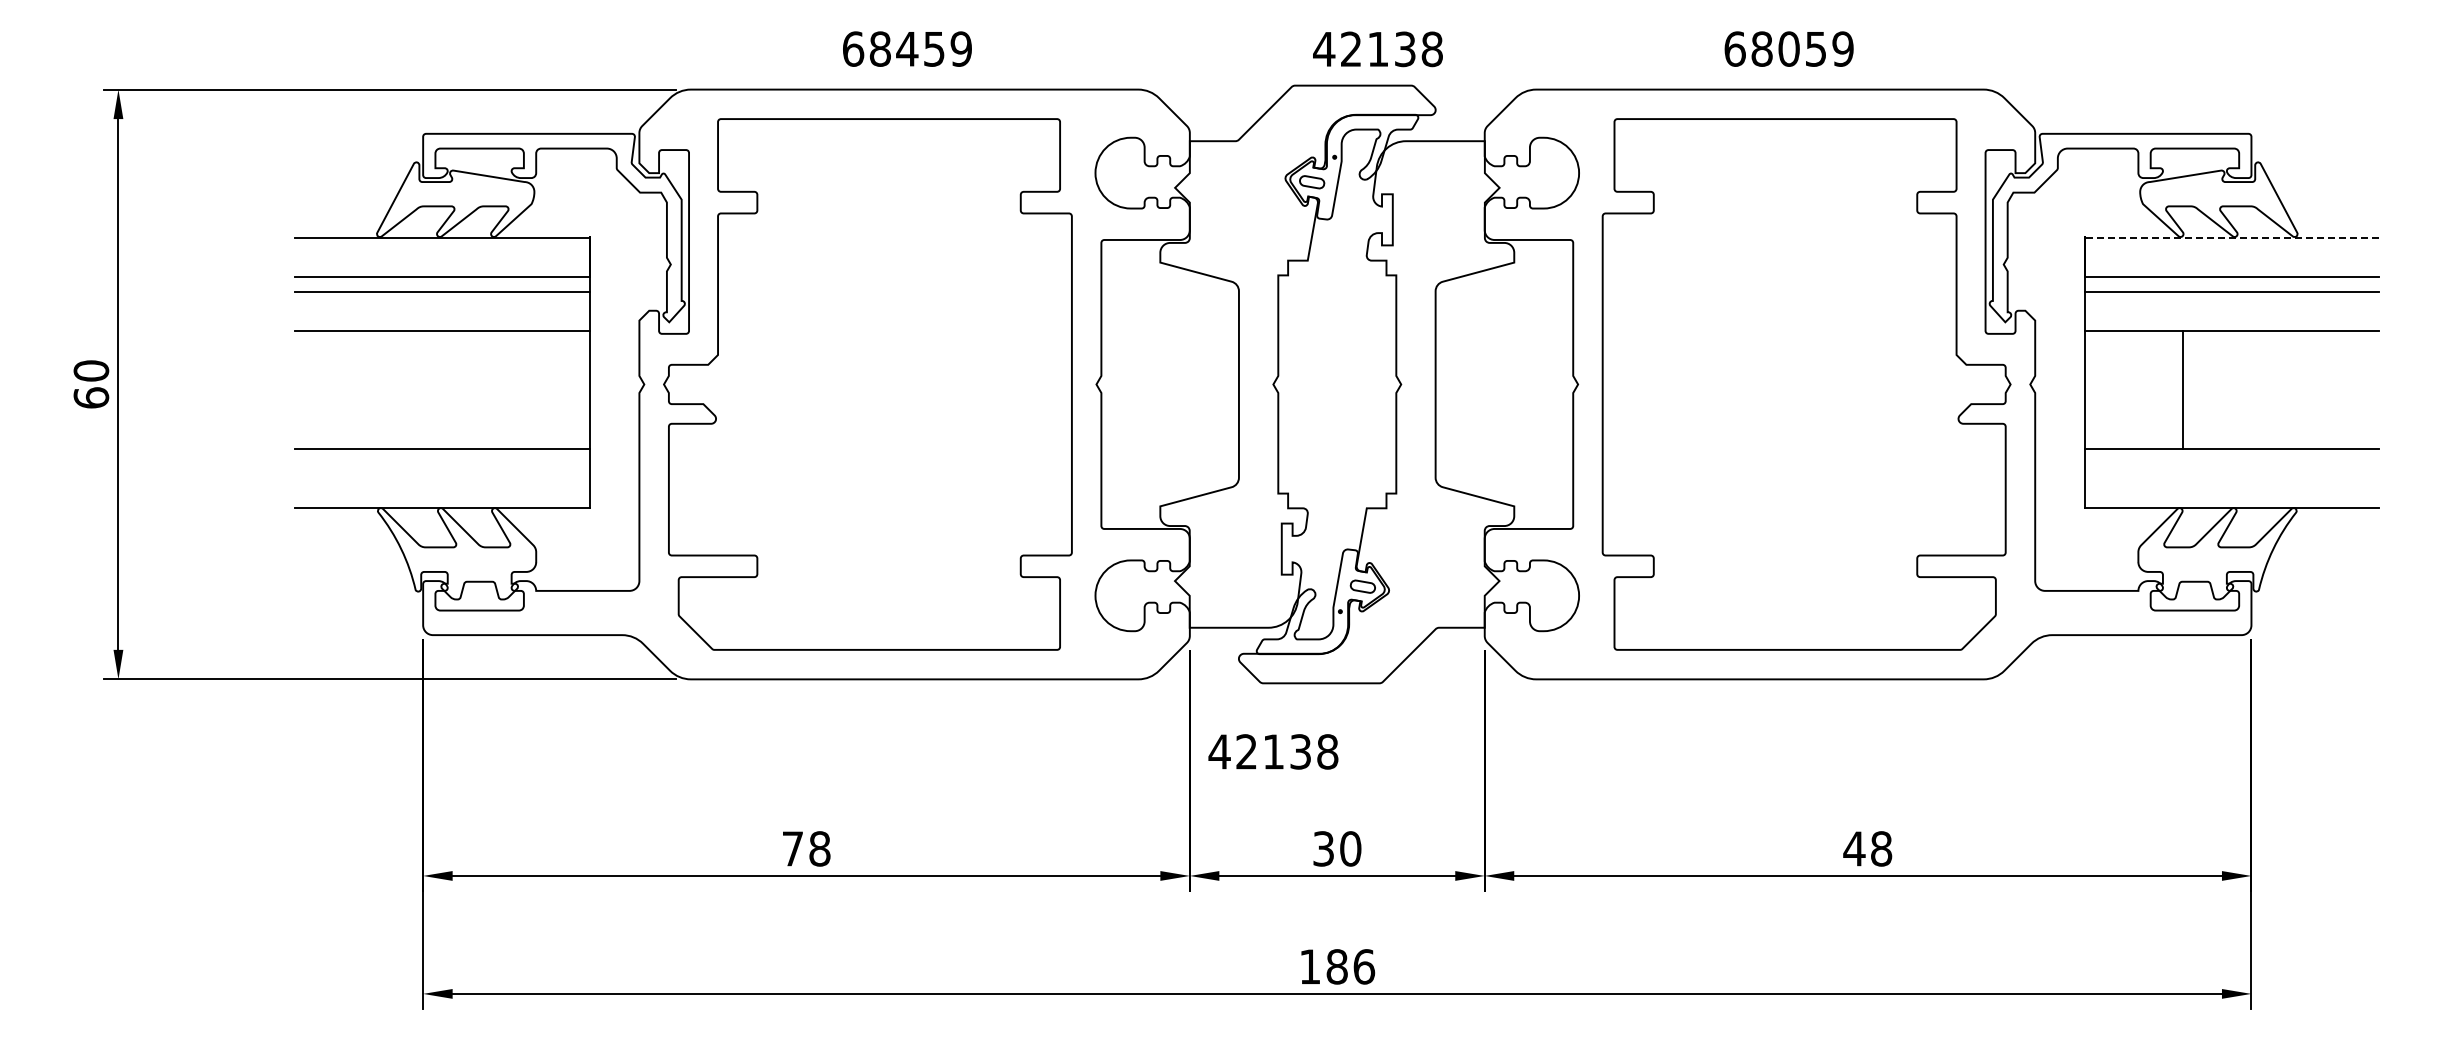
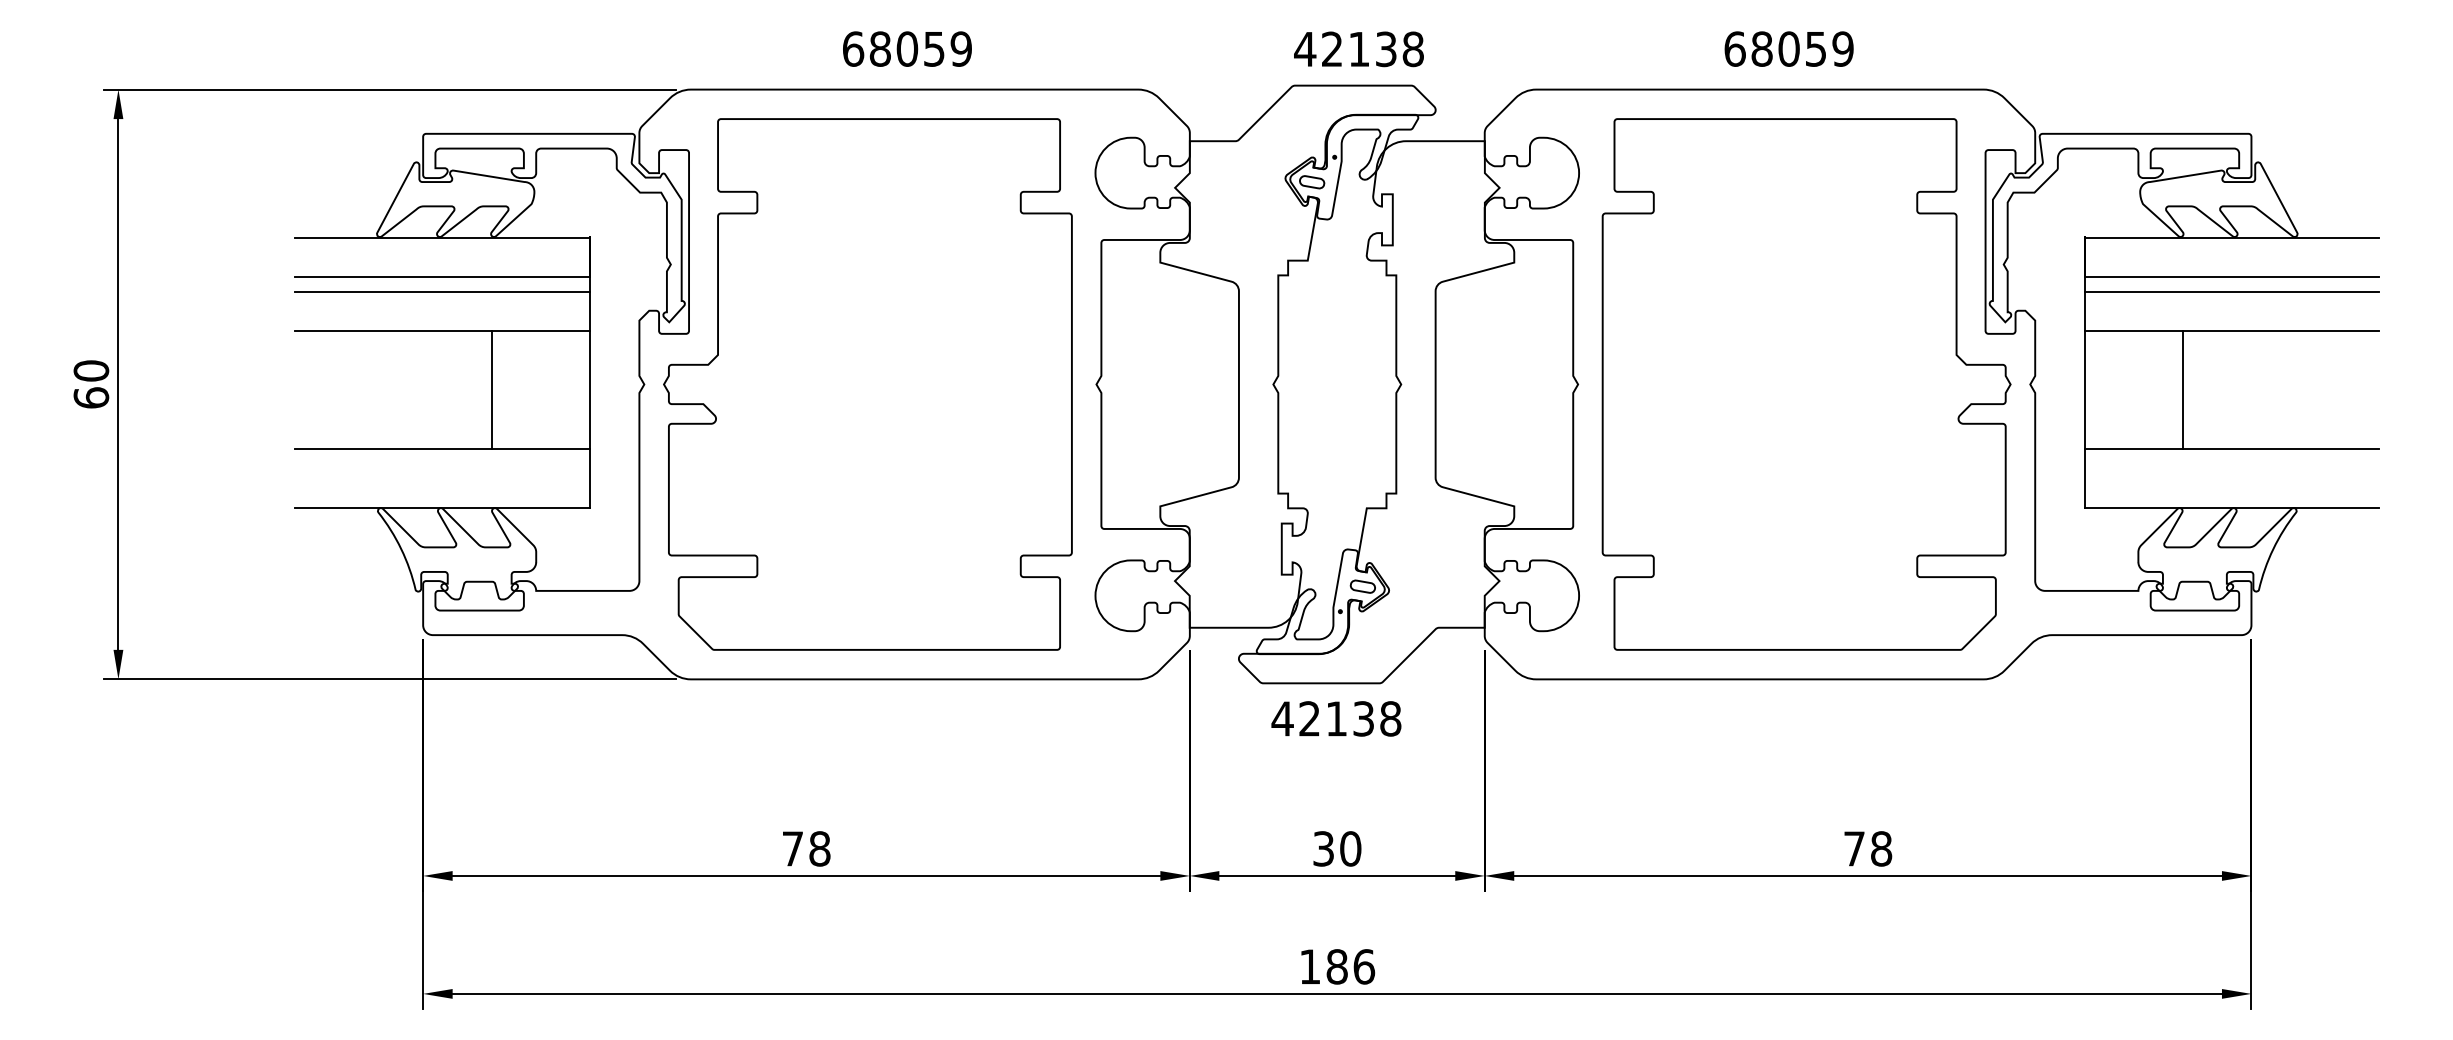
text at (907, 48): 68459 -> 68059
text at (1377, 49) position: (1377, 49) -> (1358, 49)
line at (2231, 237): dashed -> solid
line at (491, 389): none -> present
text at (1273, 751) position: (1273, 751) -> (1336, 718)
text at (1854, 848): 48 -> 78
